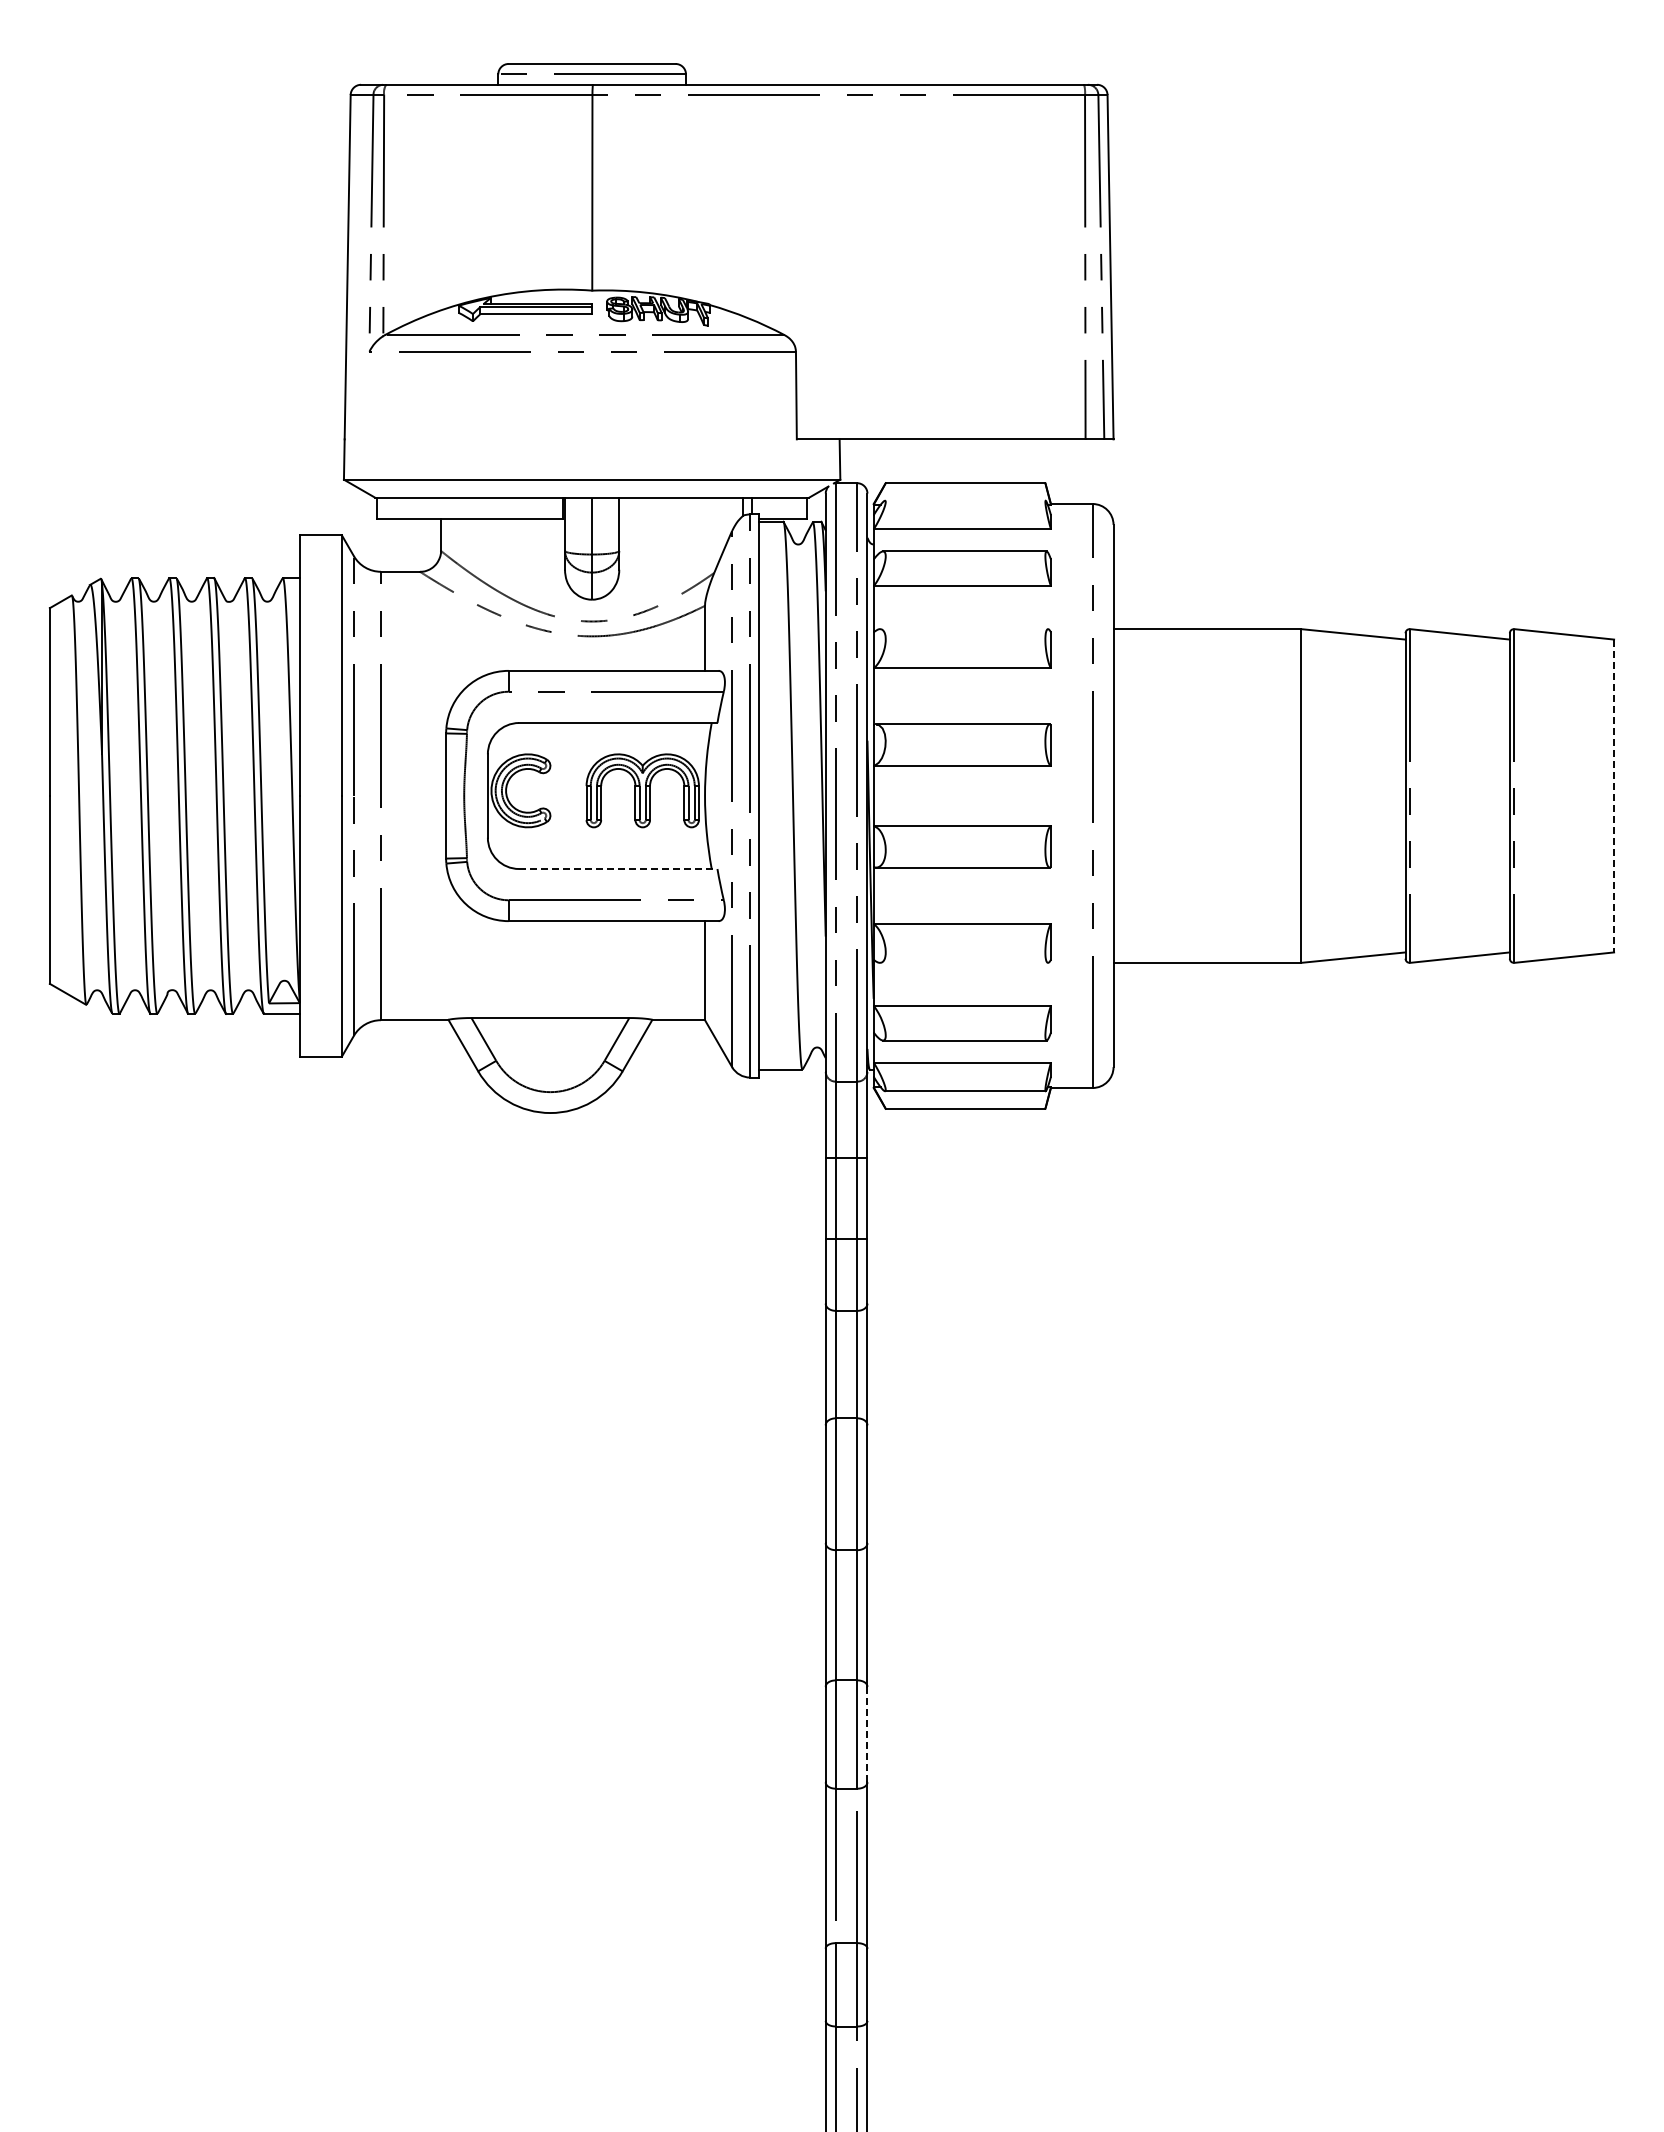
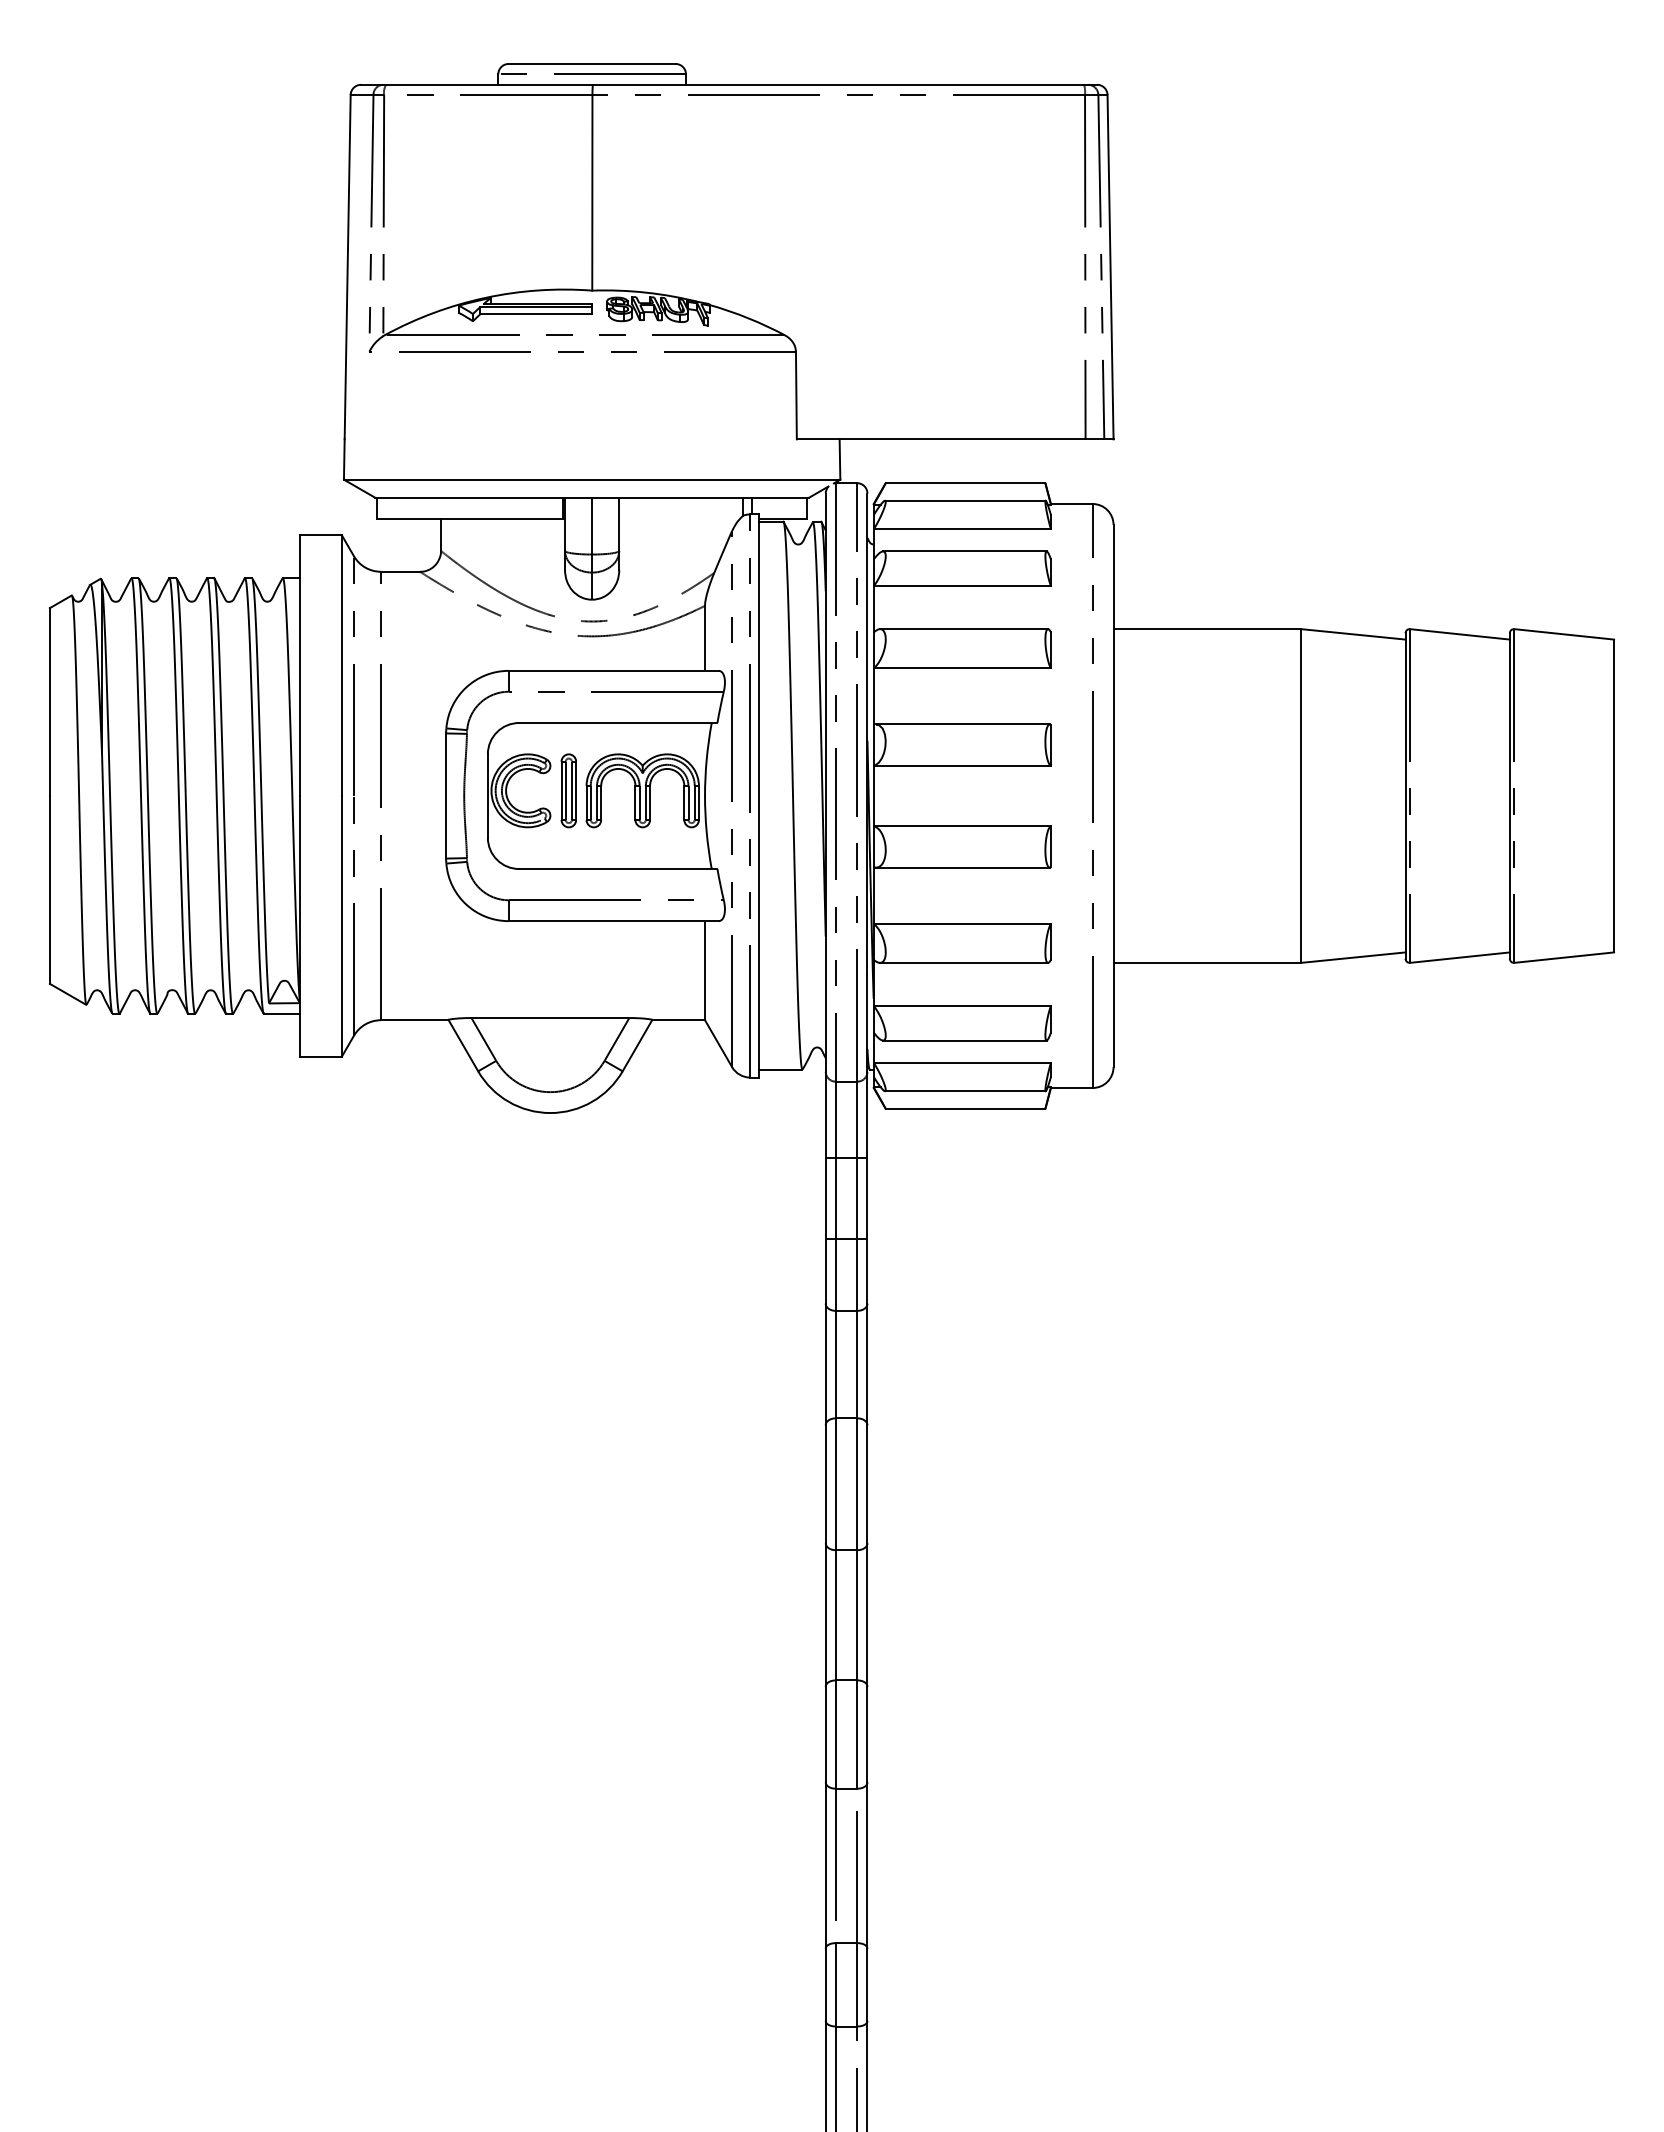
line at (965, 500): none -> present
line at (963, 629): none -> present
part at (568, 790): none -> present
line at (1614, 796): dashed -> solid
line at (618, 869): dashed -> solid
line at (963, 962): none -> present
line at (867, 1734): dashed -> solid
